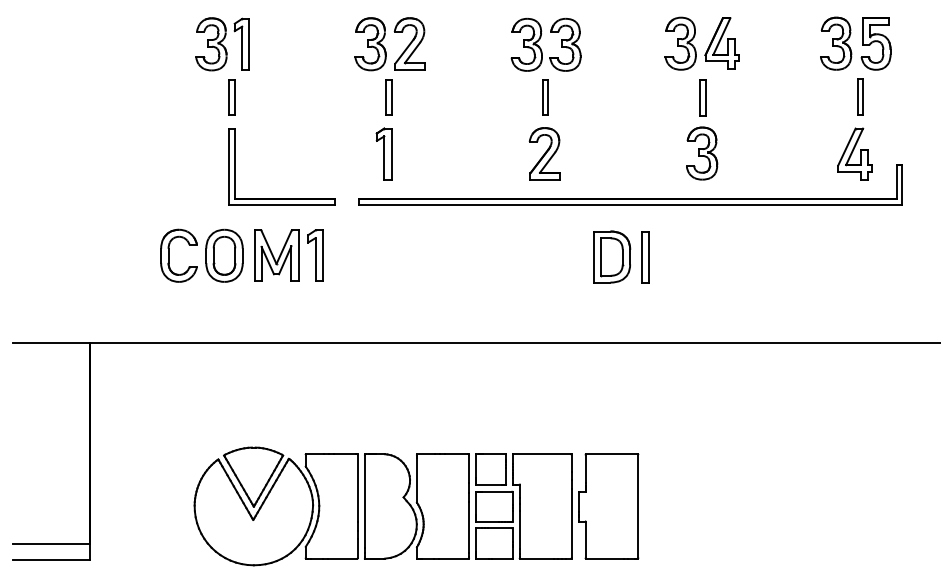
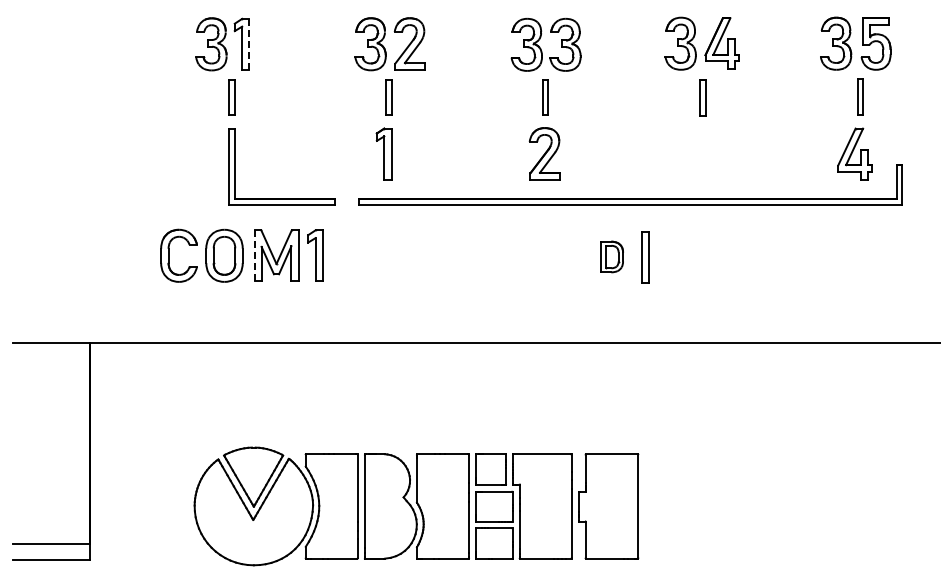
line at (249, 44): solid -> dashed
part at (702, 153): present -> none
line at (254, 255): solid -> dashed
part at (612, 256) size: 39x54 px -> 24x34 px
